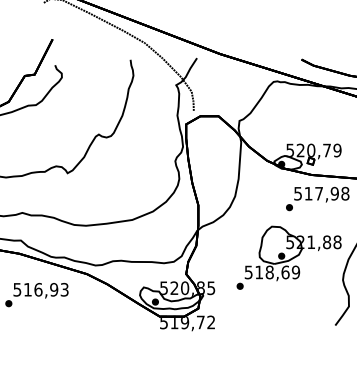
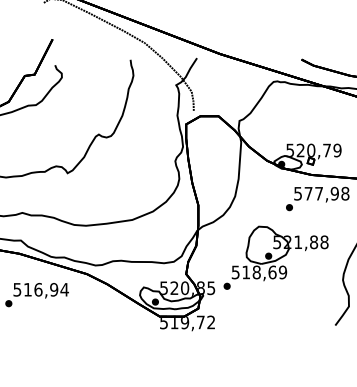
text at (308, 193): 517,98 -> 577,98
part at (288, 257) position: (288, 257) -> (275, 257)
text at (64, 289): 516,93 -> 516,94
